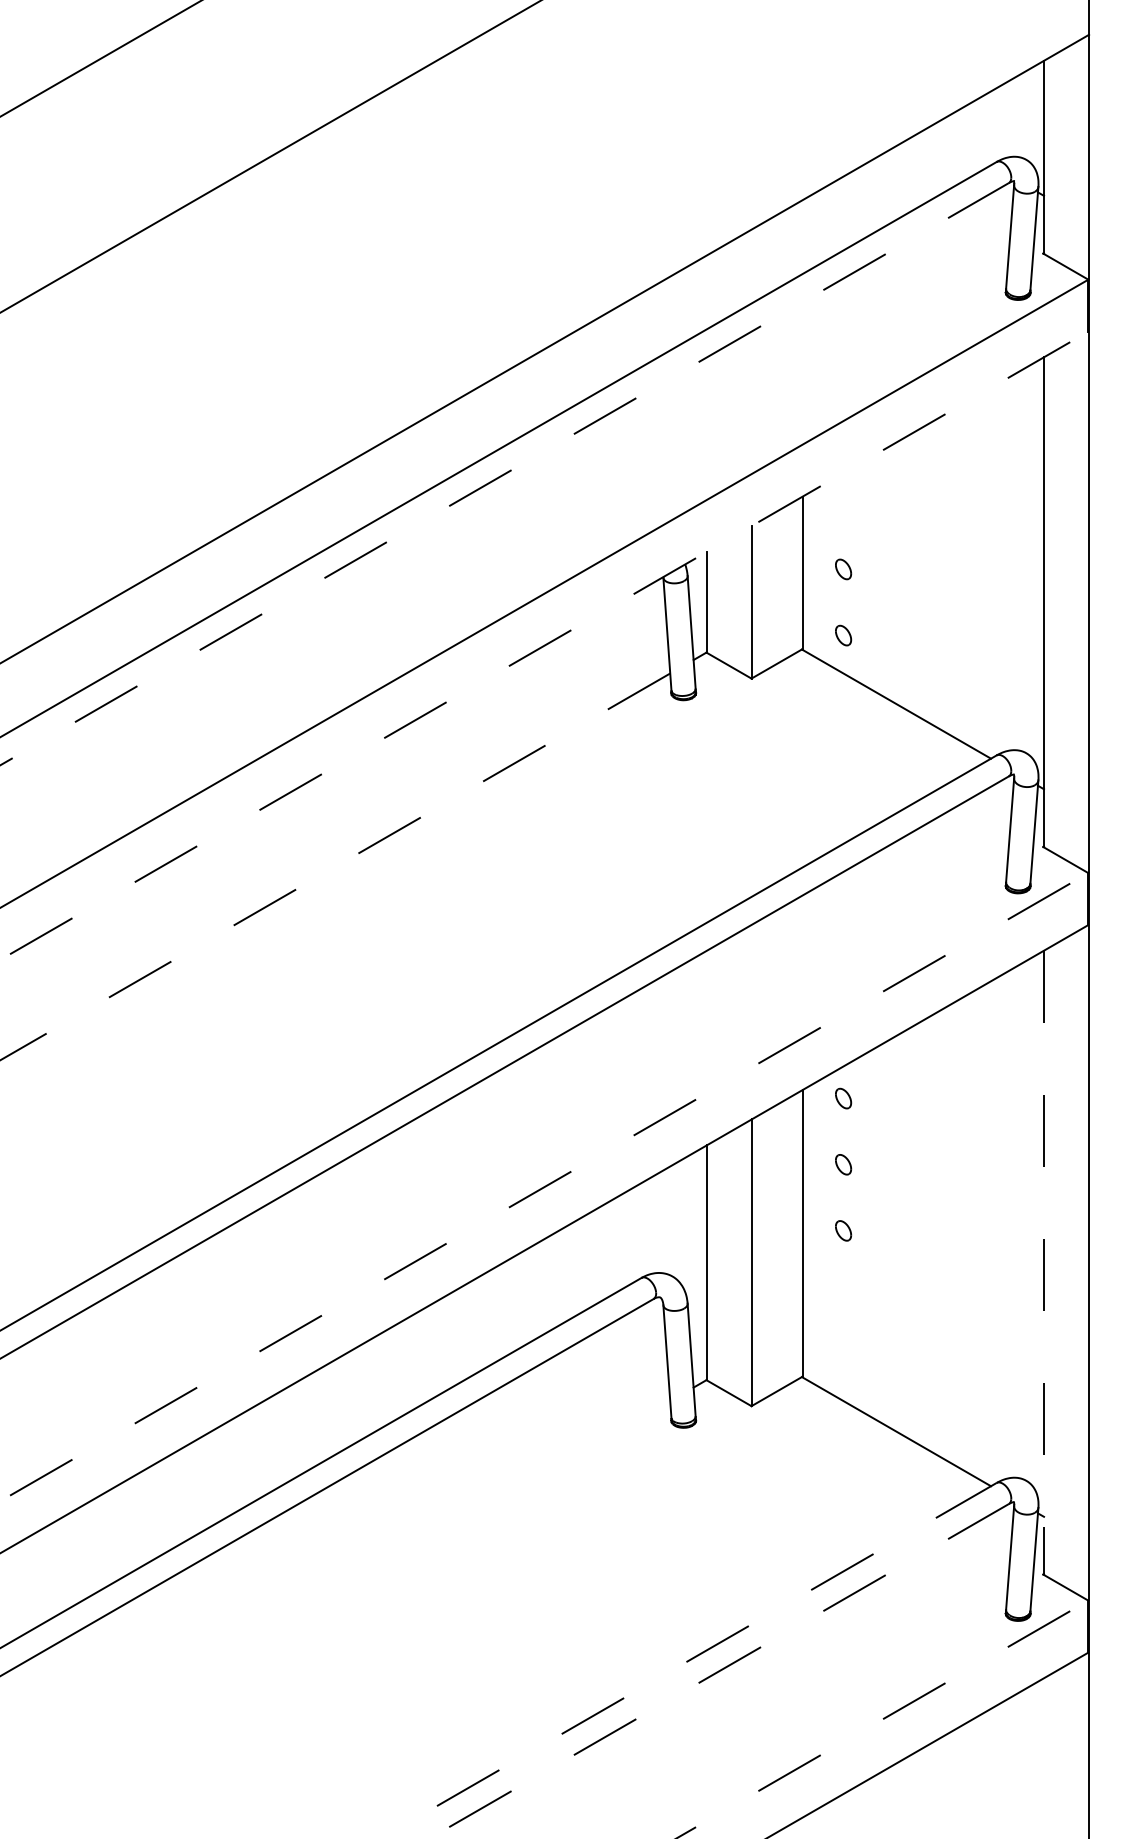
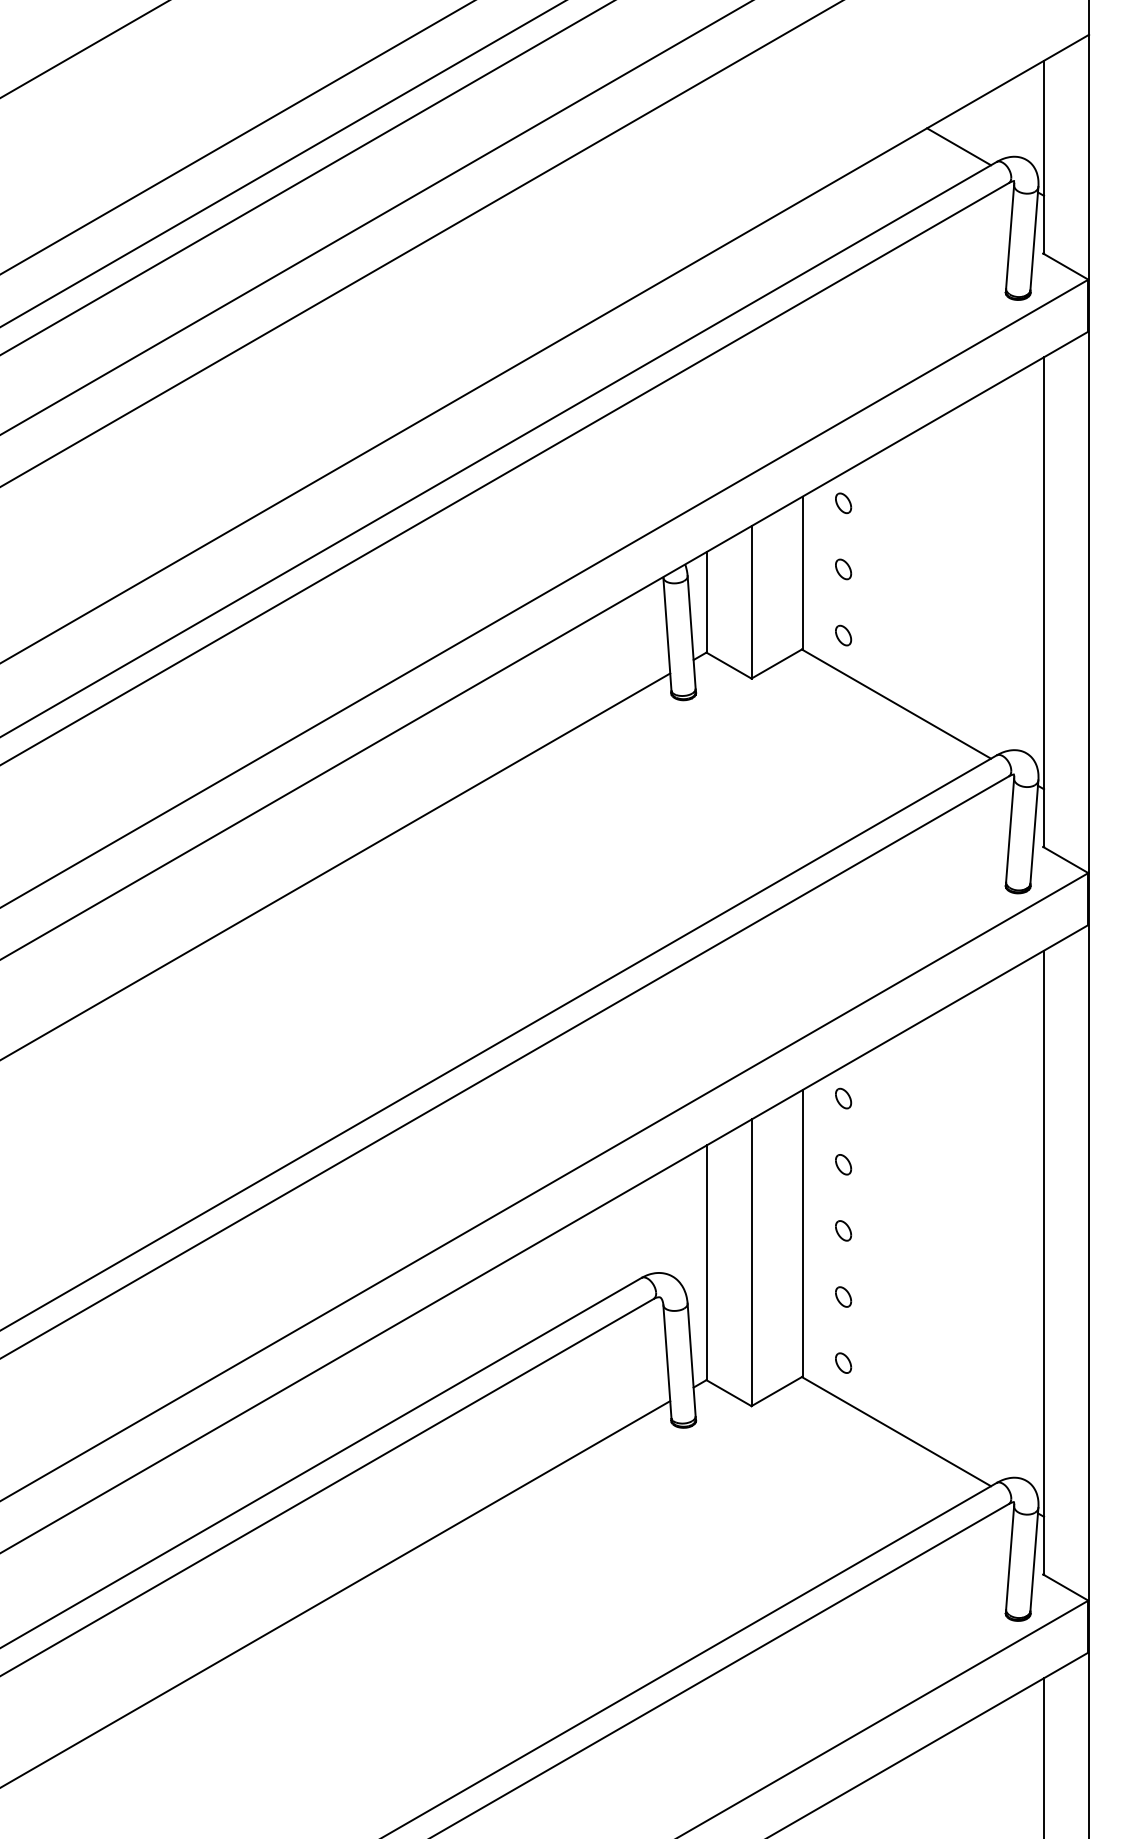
line at (100, 58) position: (100, 58) -> (84, 49)
line at (236, 137): none -> present
line at (959, 146): none -> present
line at (270, 156) position: (270, 156) -> (282, 164)
line at (307, 178): none -> present
line at (376, 217): none -> present
line at (421, 243): none -> present
line at (505, 473): dashed -> solid
part at (843, 503): none -> present
line at (544, 645): dashed -> solid
line at (335, 866): dashed -> solid
line at (544, 1186): dashed -> solid
line at (1044, 1262): dashed -> solid
part at (843, 1296): none -> present
part at (843, 1362): none -> present
line at (336, 1593): none -> present
line at (688, 1660): dashed -> solid
line at (718, 1671): dashed -> solid
line at (882, 1719): dashed -> solid
line at (1044, 1756): none -> present
